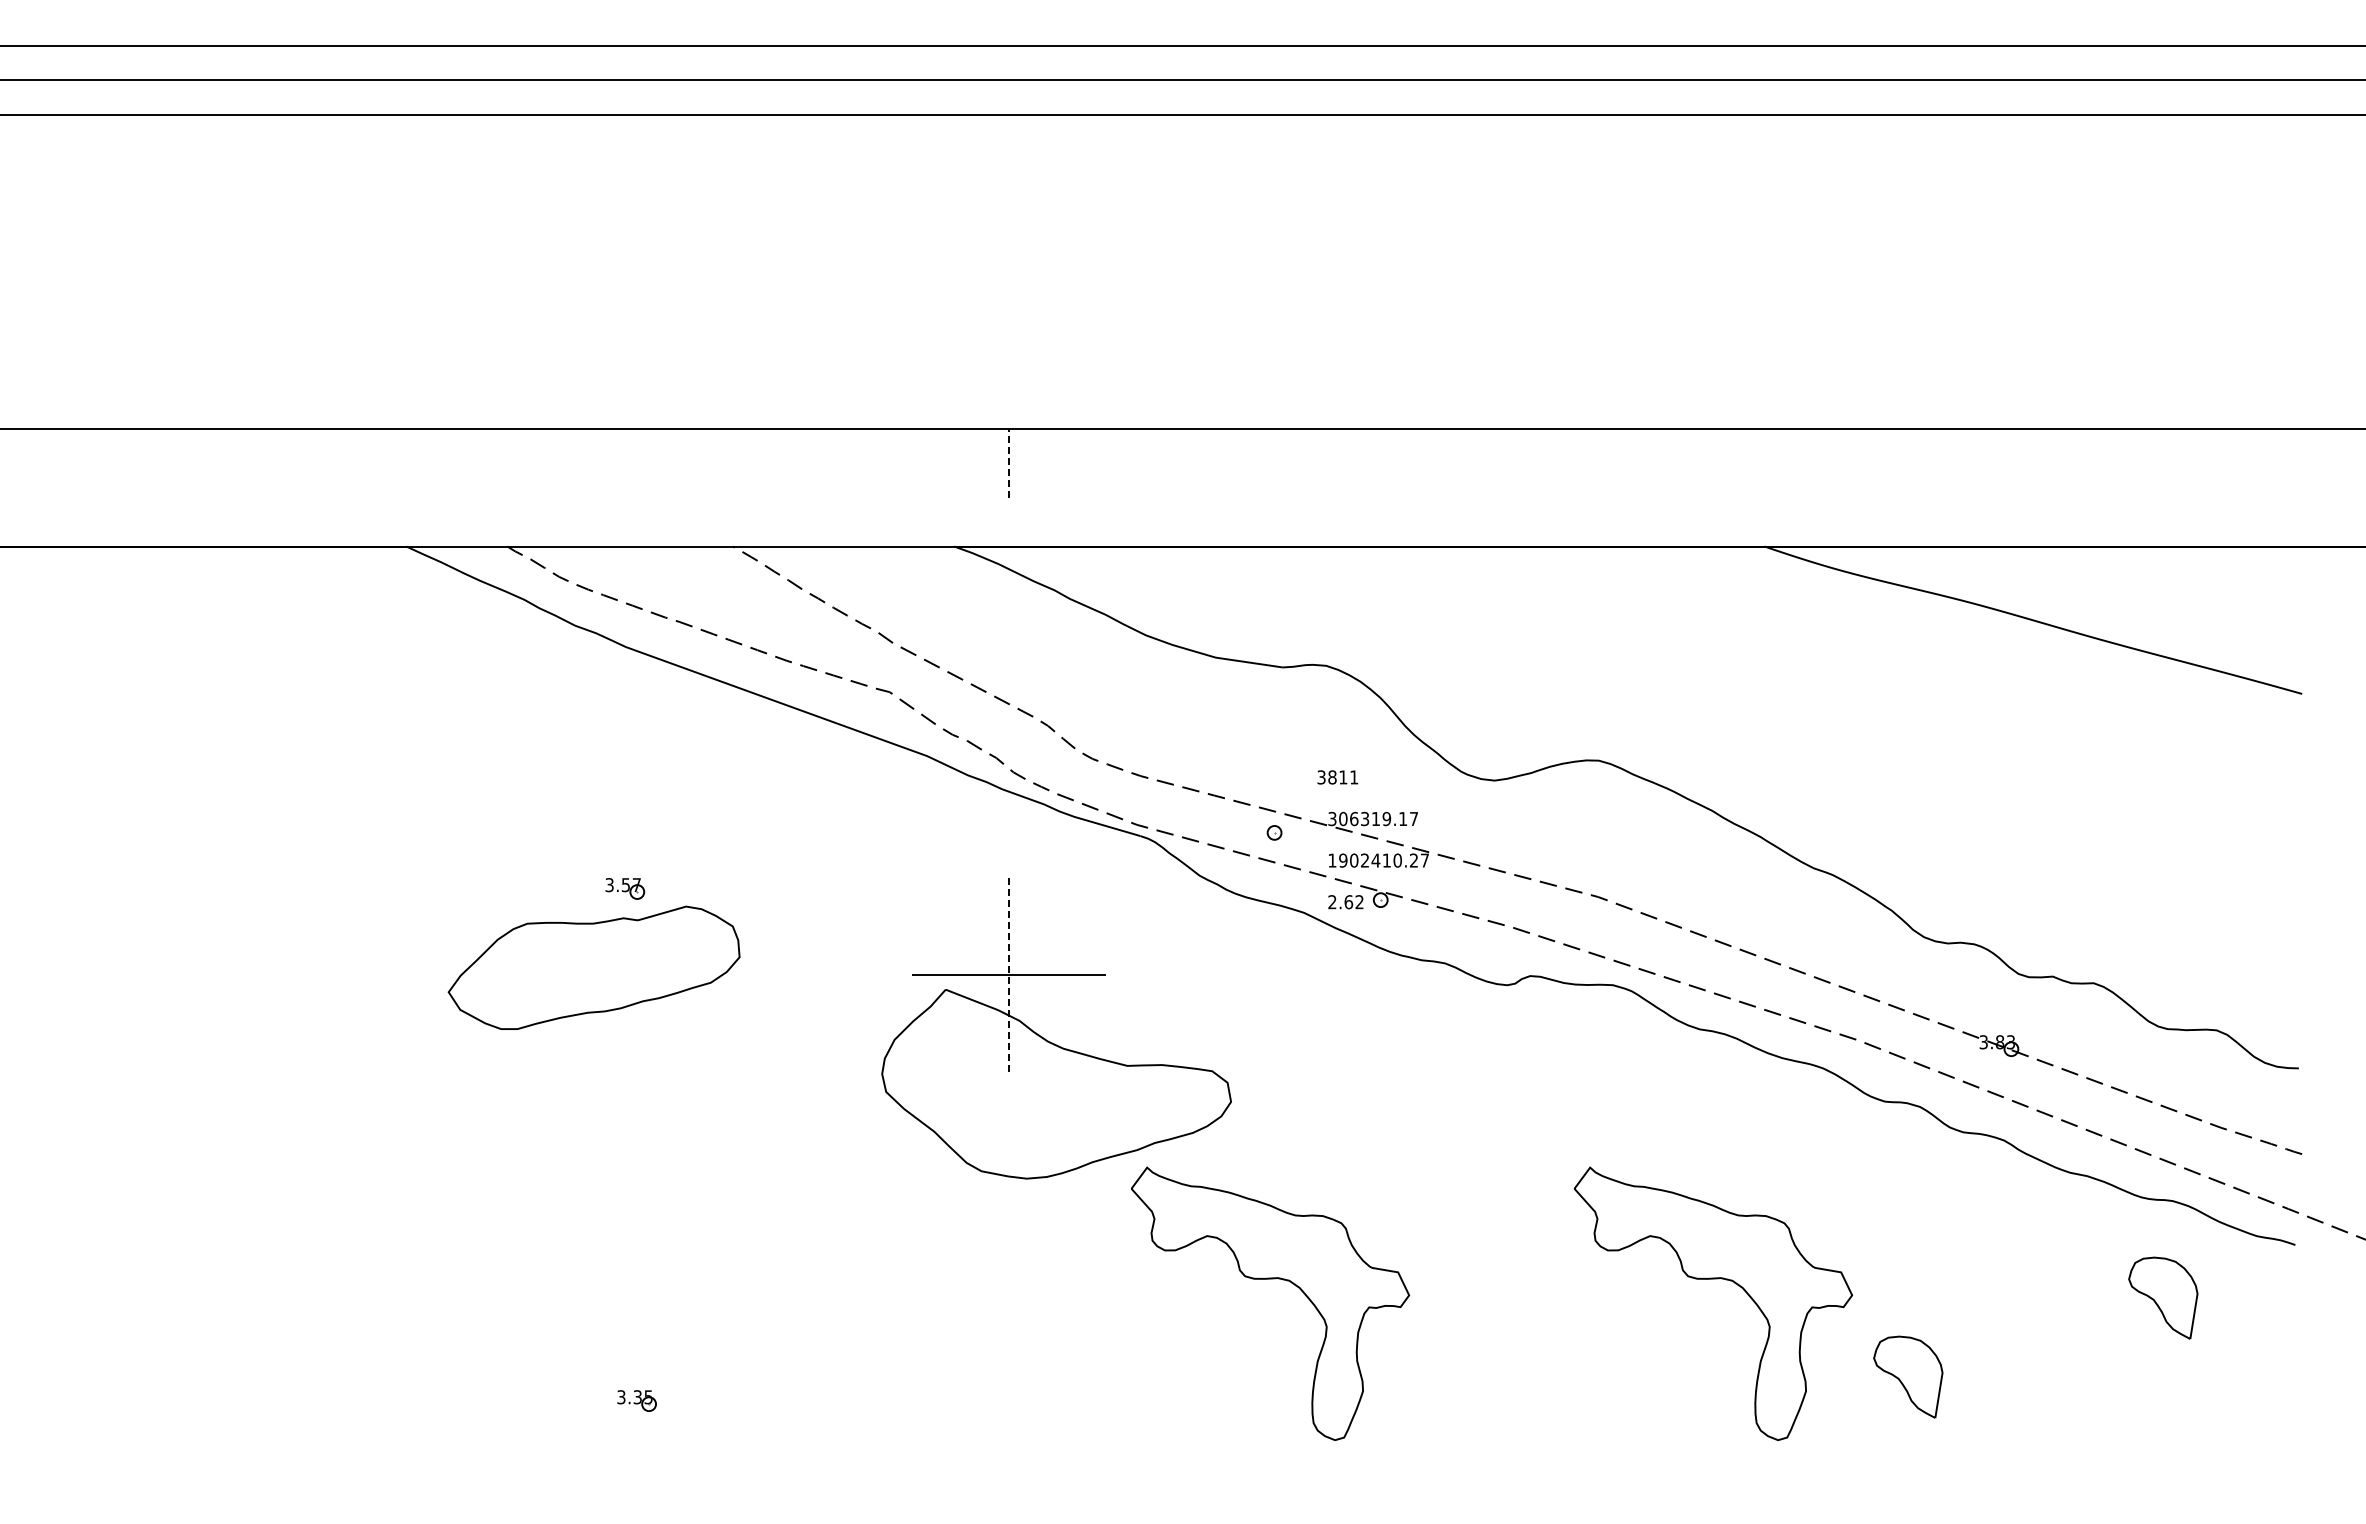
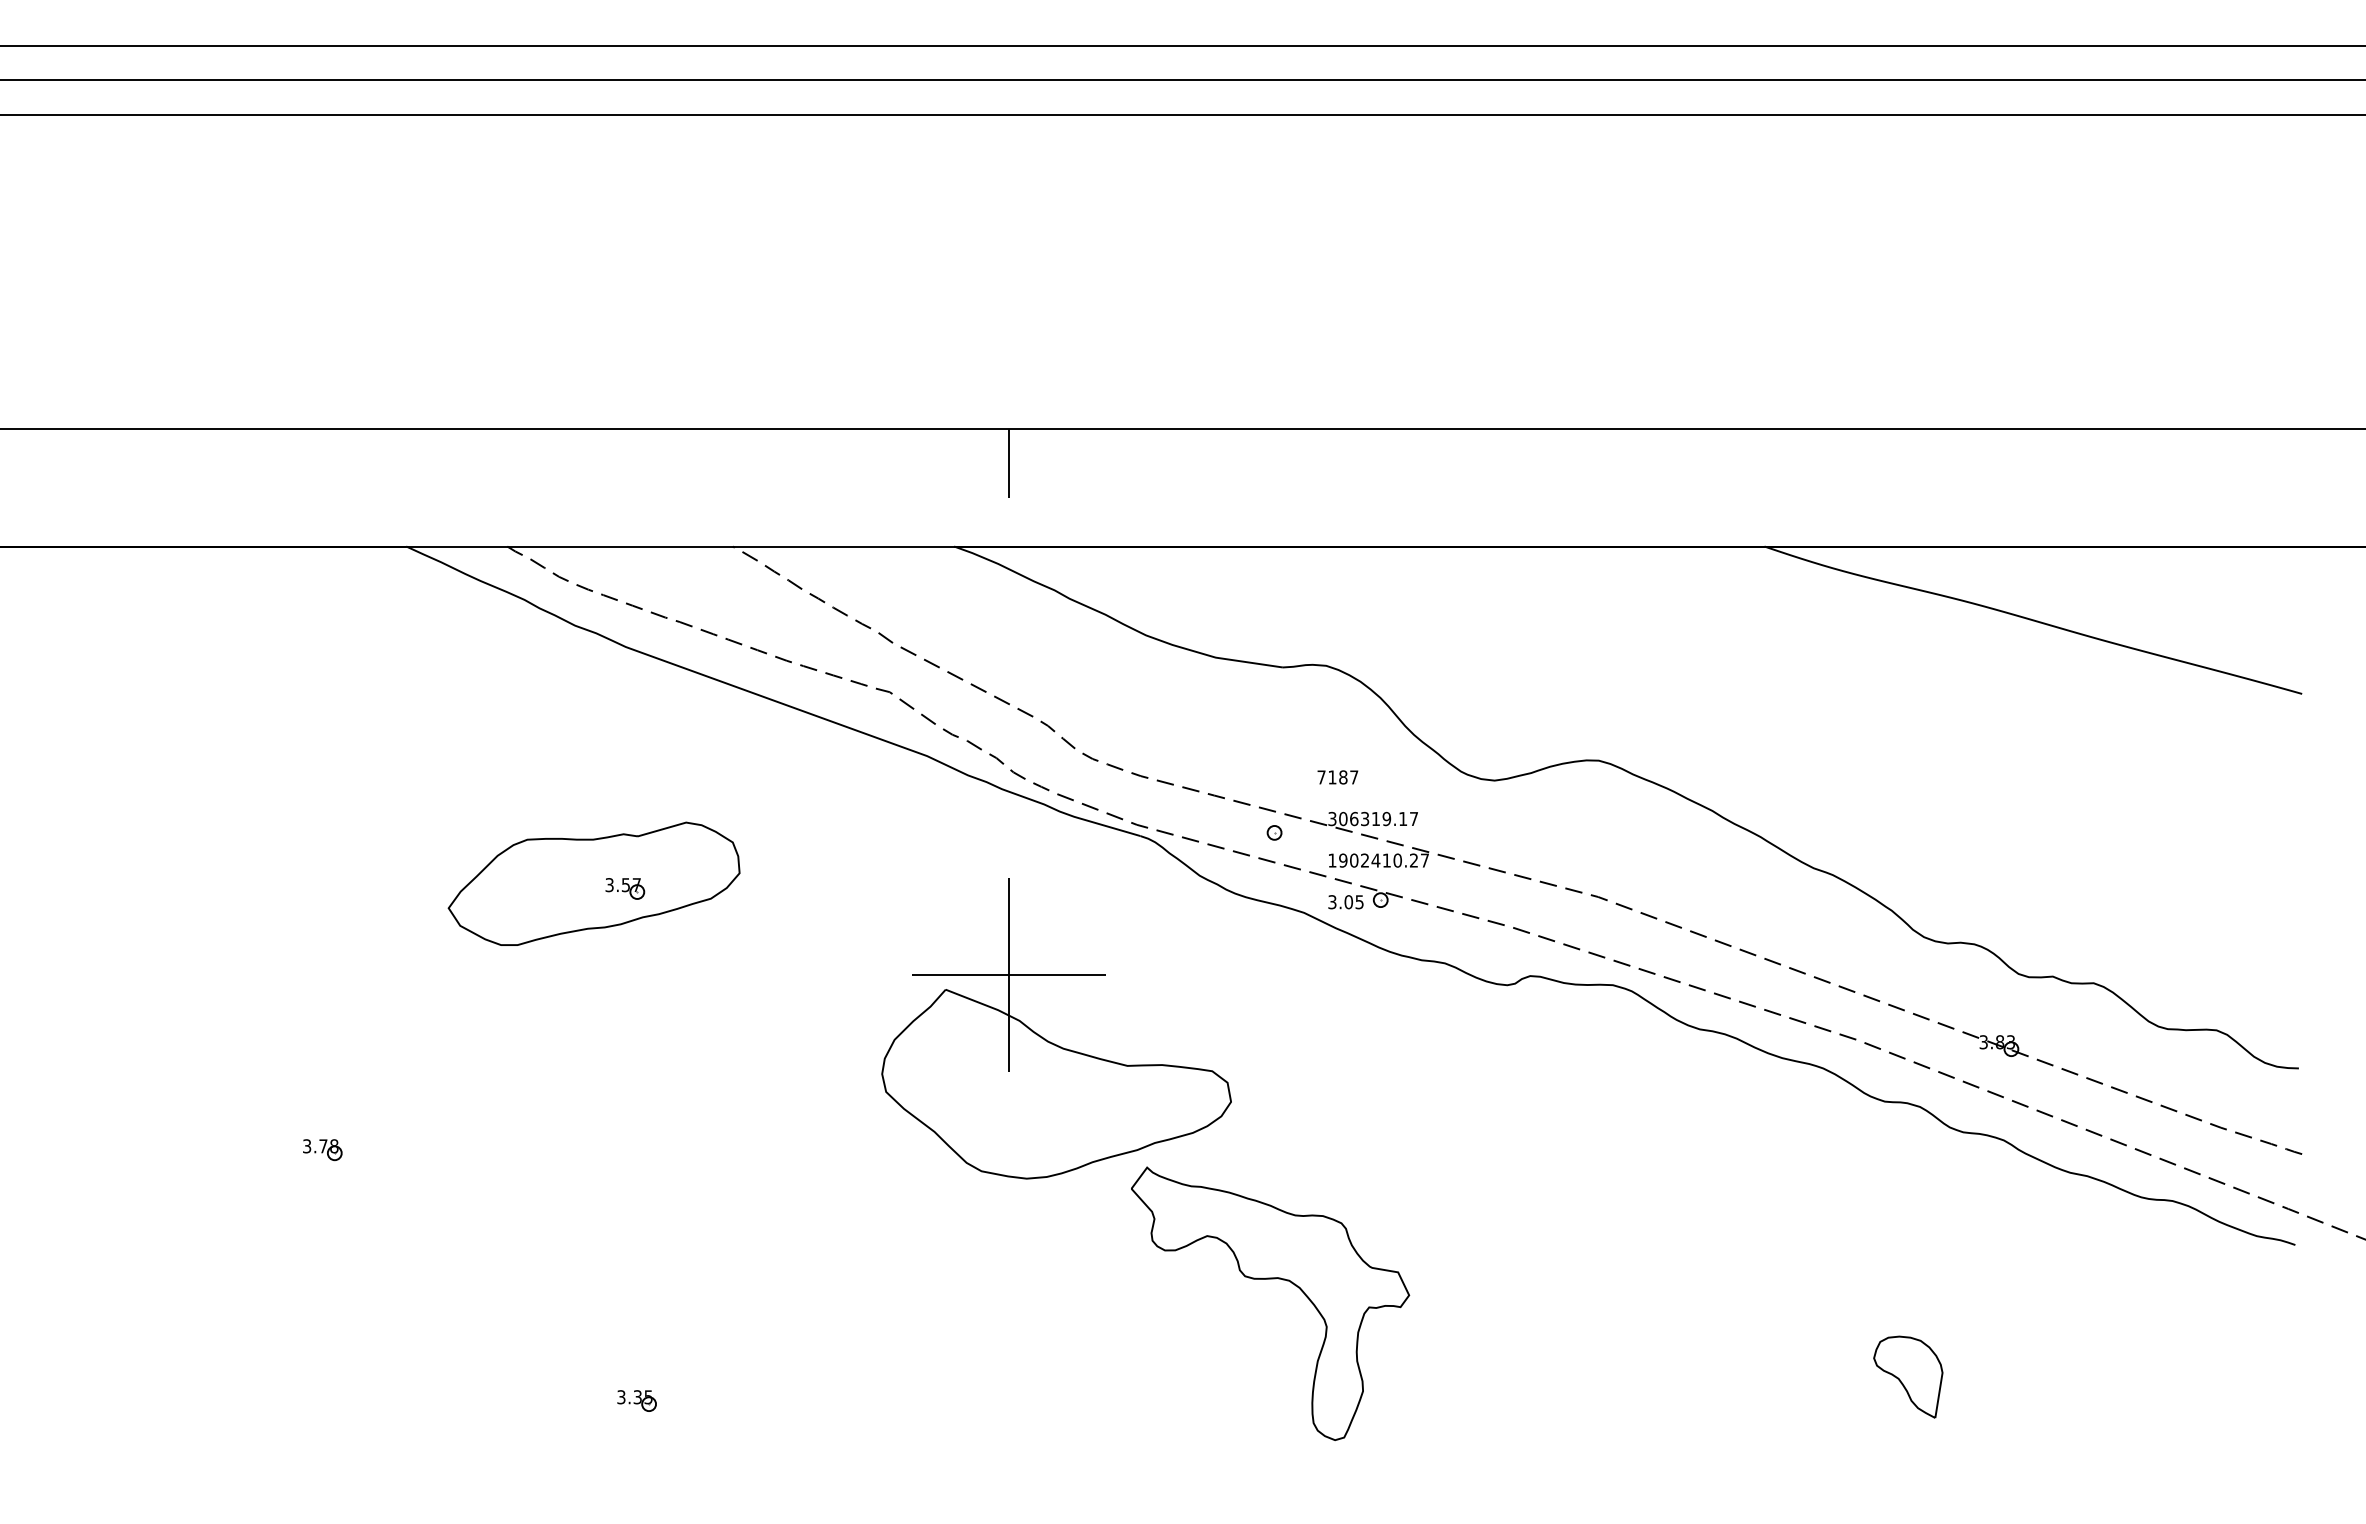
line at (1008, 463): dashed -> solid
text at (1337, 777): 3811 -> 7187
text at (1345, 902): 2.62 -> 3.05
part at (593, 967) position: (593, 967) -> (593, 883)
line at (1008, 975): dashed -> solid
part at (322, 1150): none -> present
part at (1713, 1279): present -> none
part at (2163, 1297): present -> none
